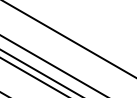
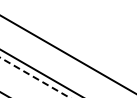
line at (69, 39) position: (69, 39) -> (67, 54)
line at (52, 65): present -> none
line at (34, 77): solid -> dashed
